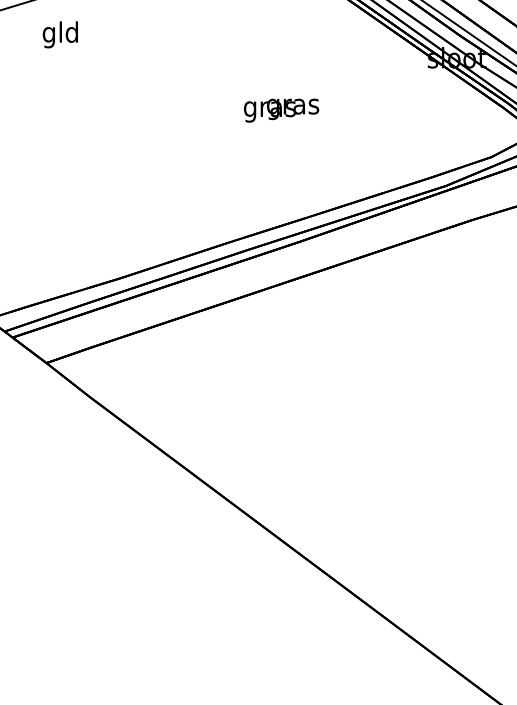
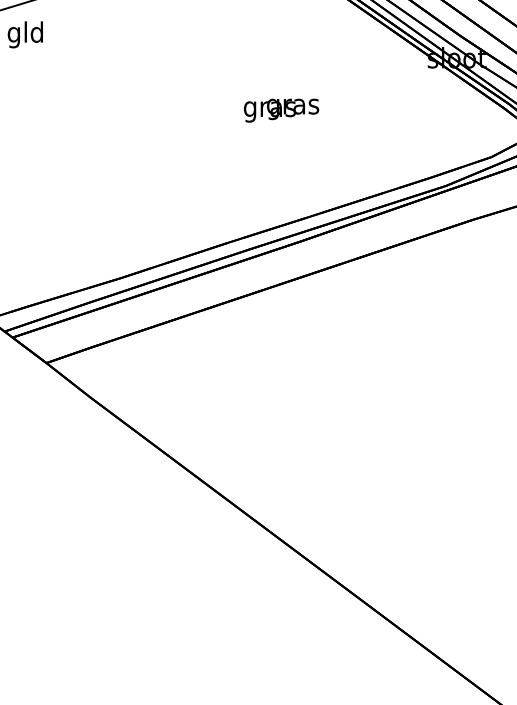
line at (468, 32): present -> none
text at (59, 34) position: (59, 34) -> (24, 34)
